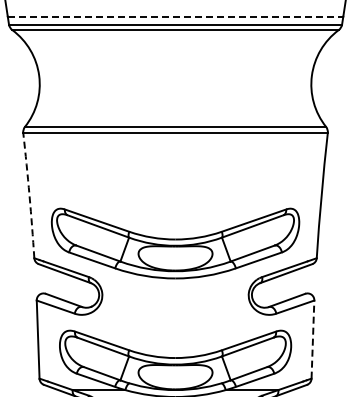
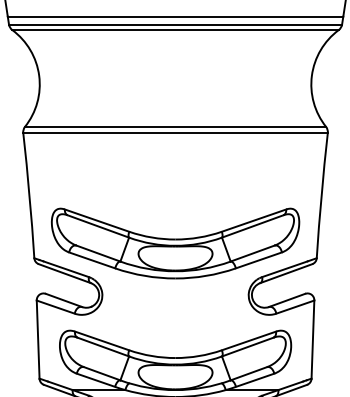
line at (175, 16): dashed -> solid
arc at (29, 195): dashed -> solid
line at (312, 339): dashed -> solid
